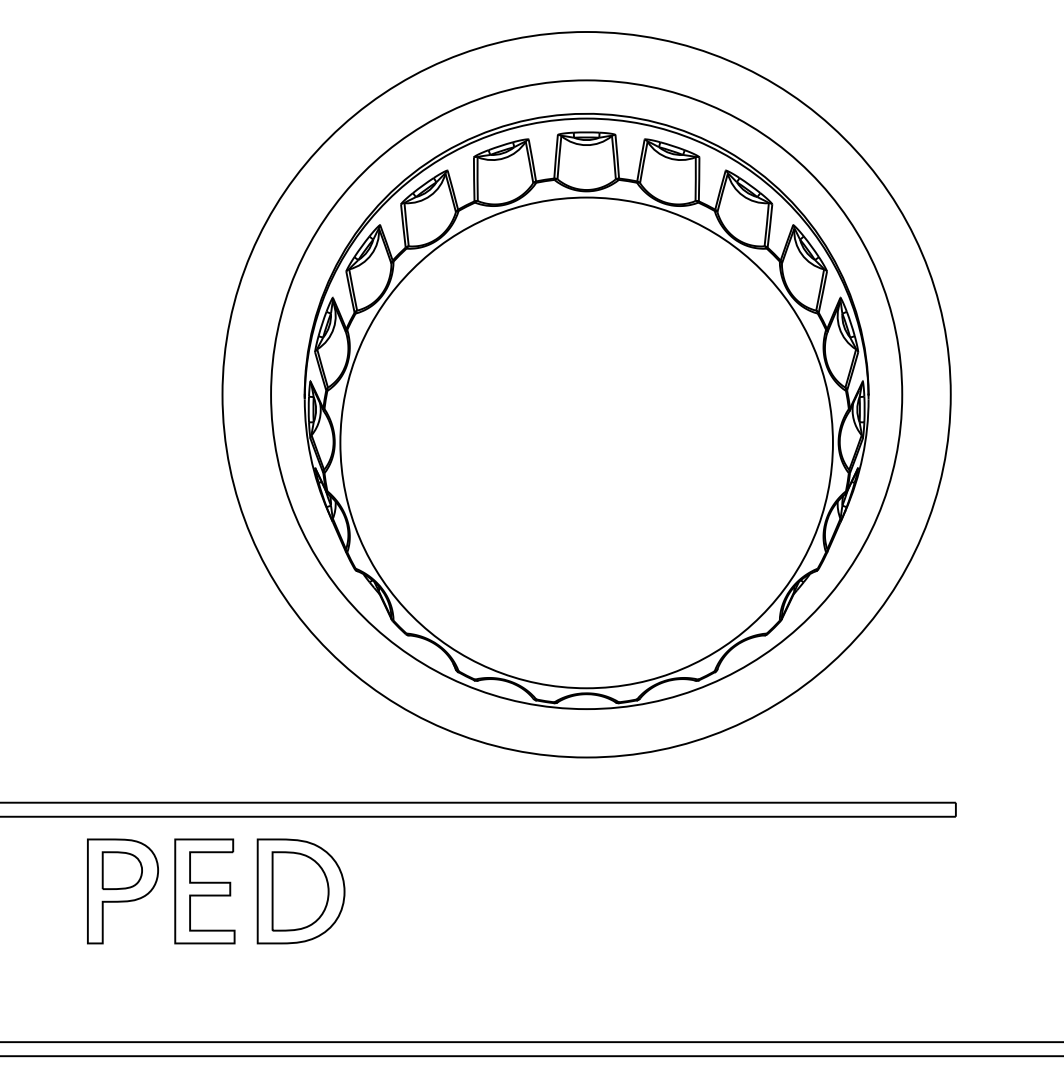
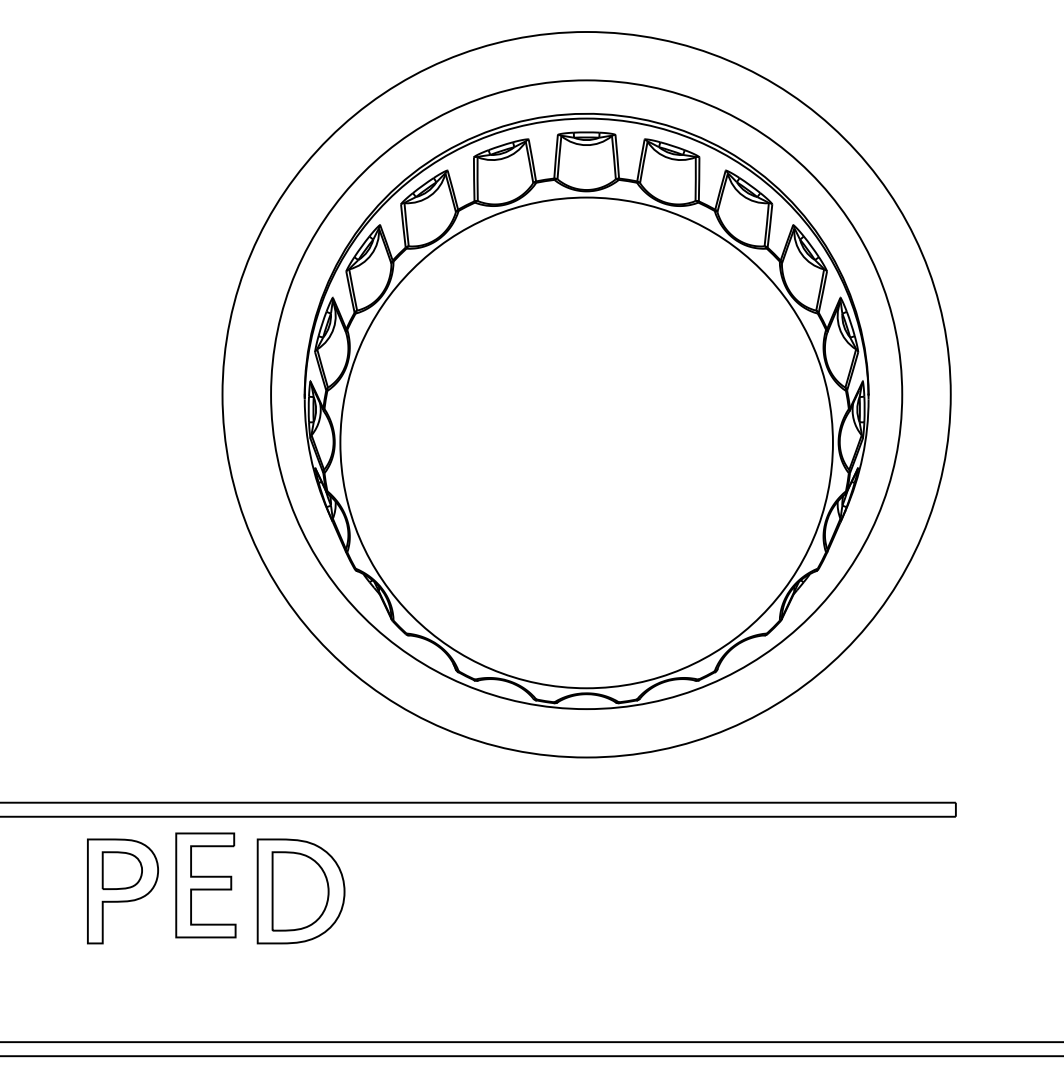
part at (204, 891) position: (204, 891) -> (205, 885)
